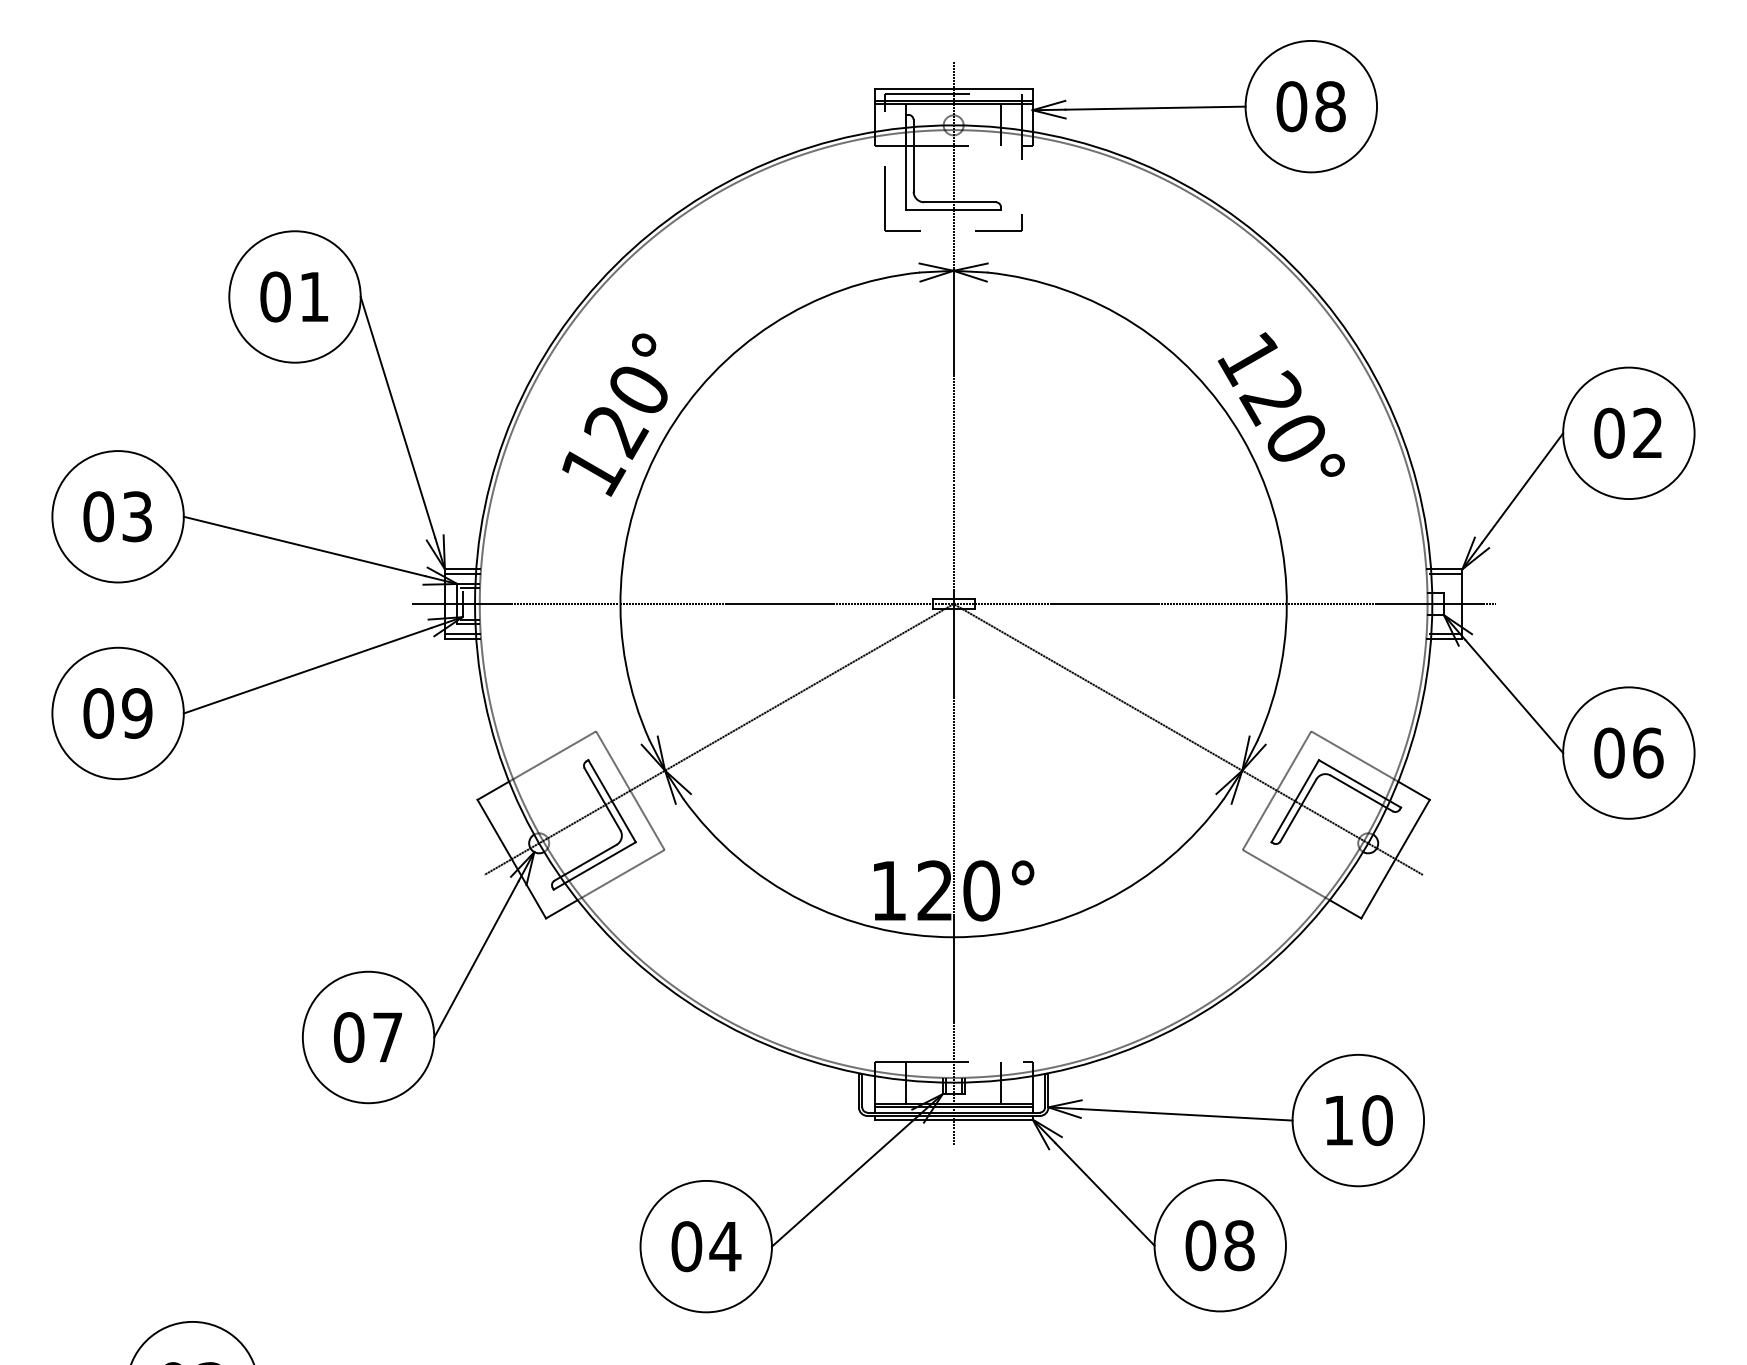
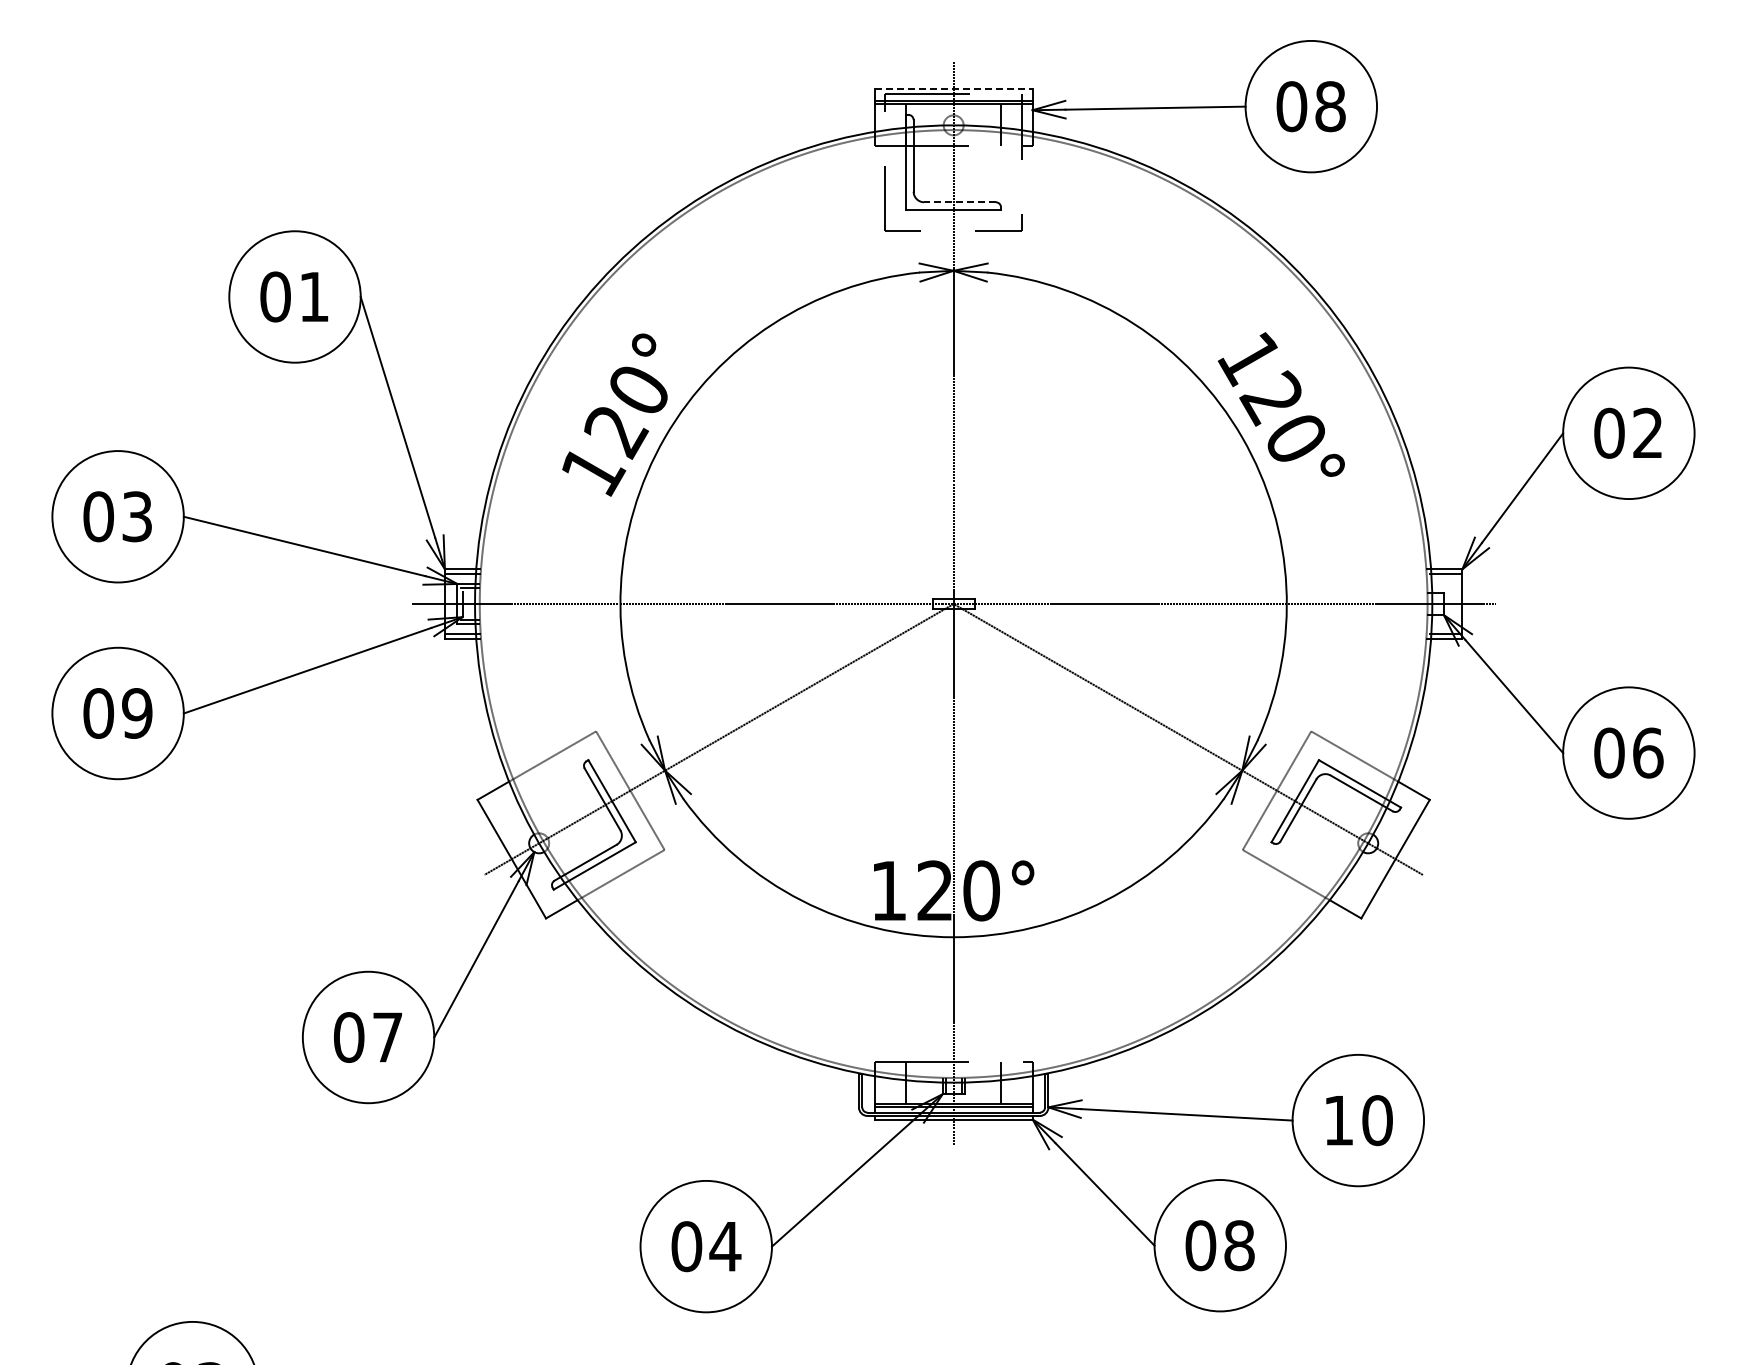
line at (953, 88): solid -> dashed
line at (960, 202): solid -> dashed
